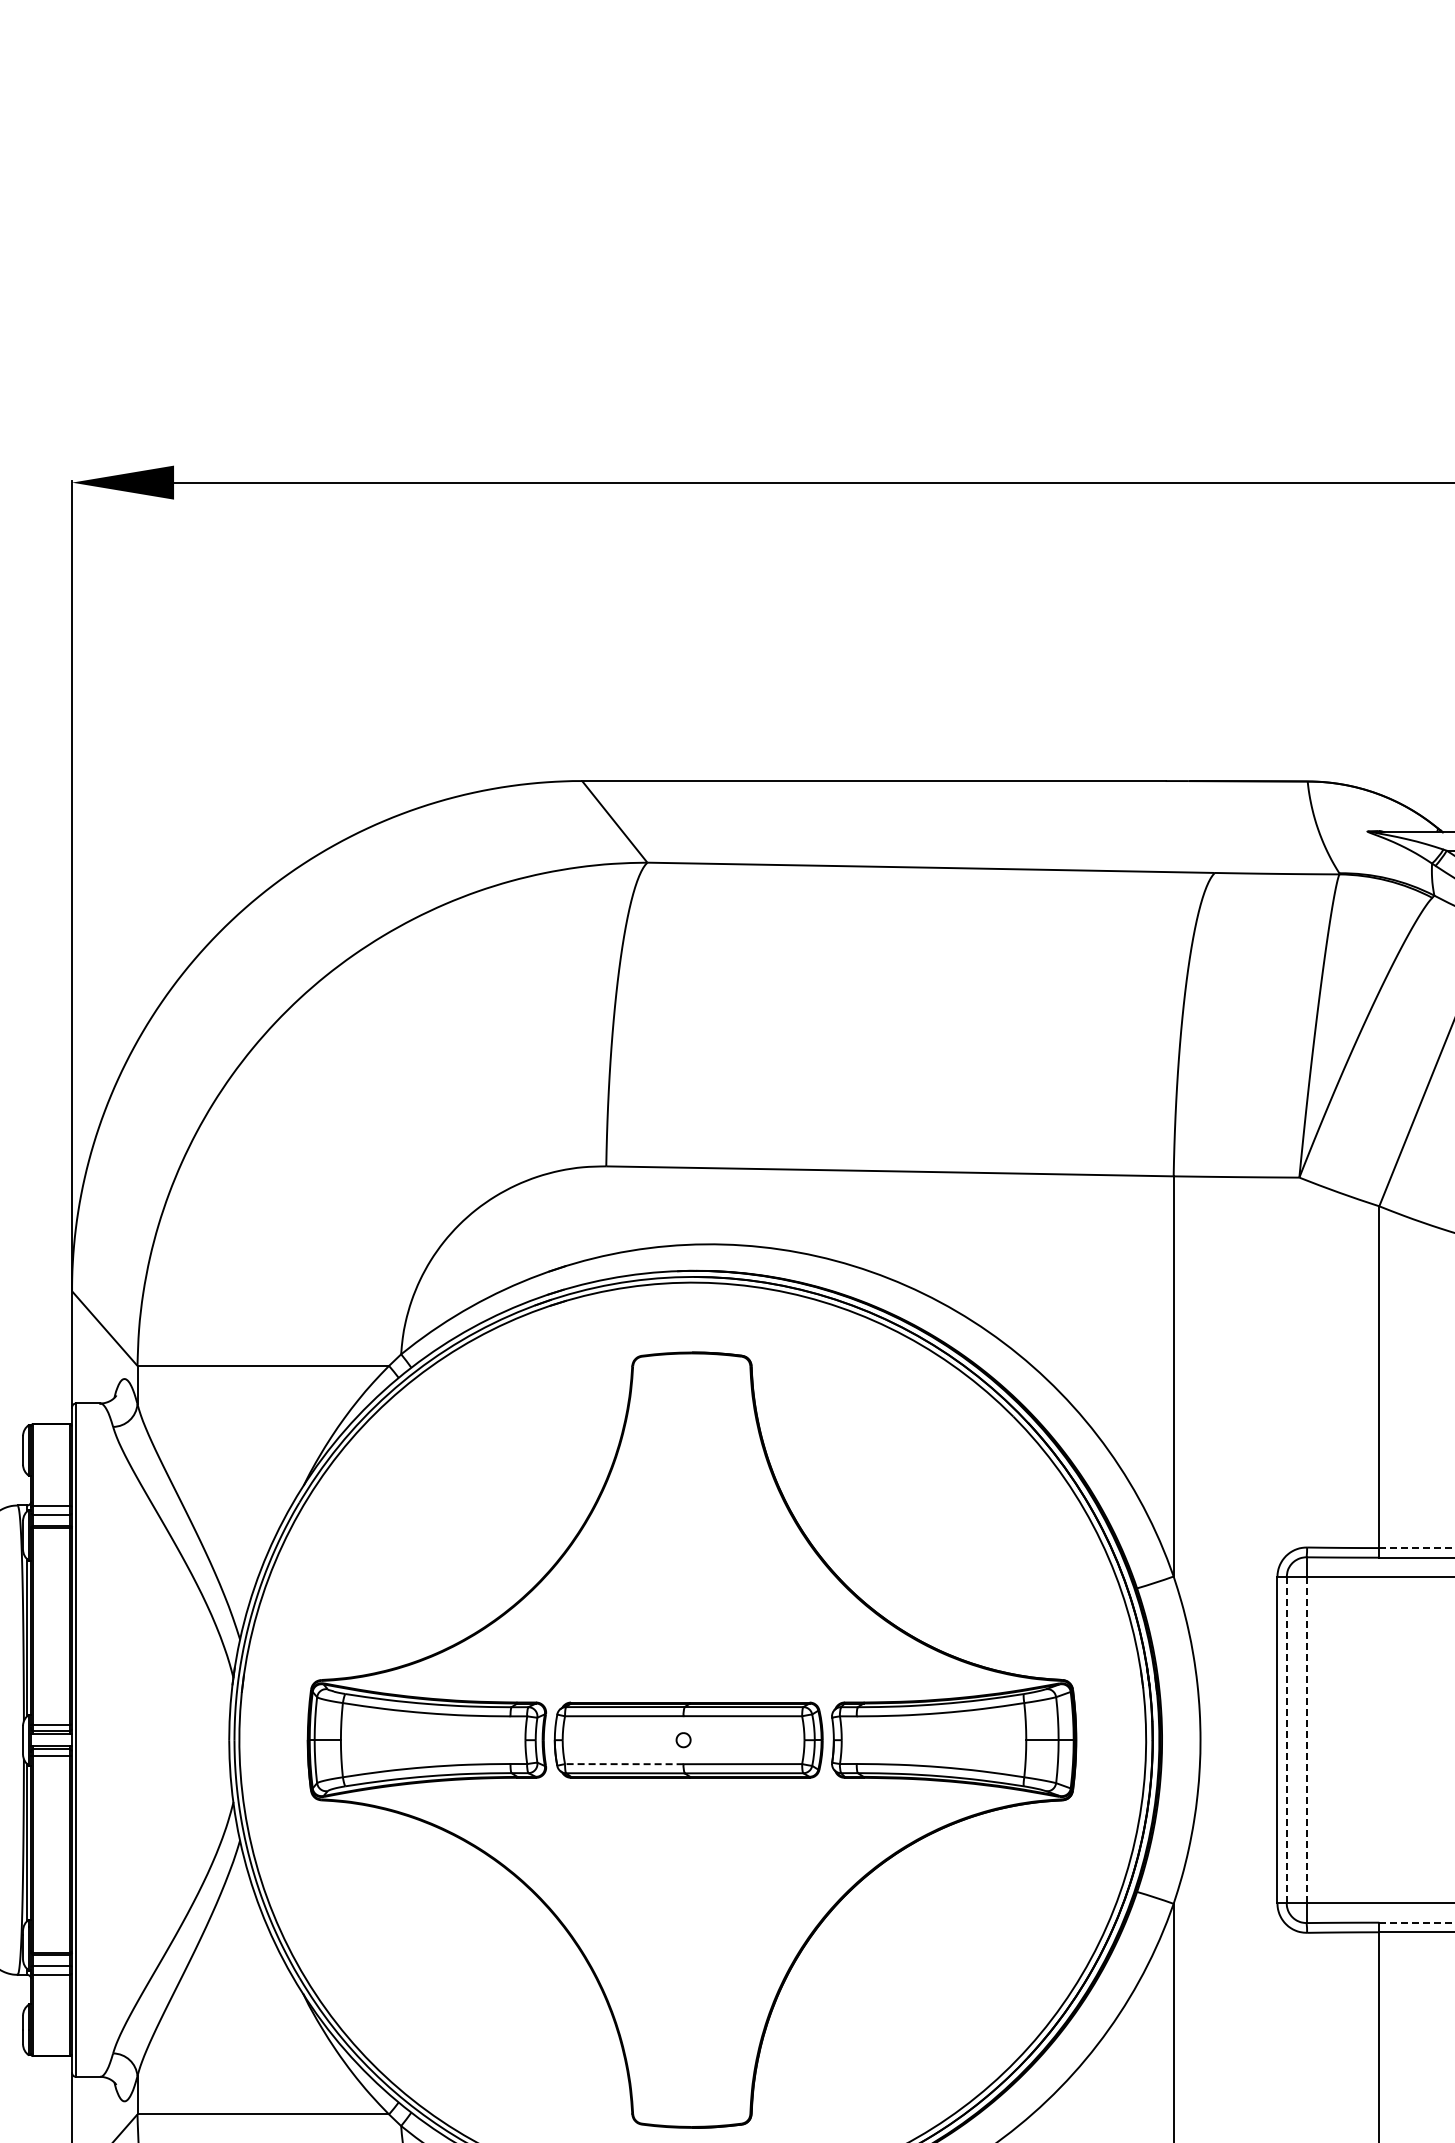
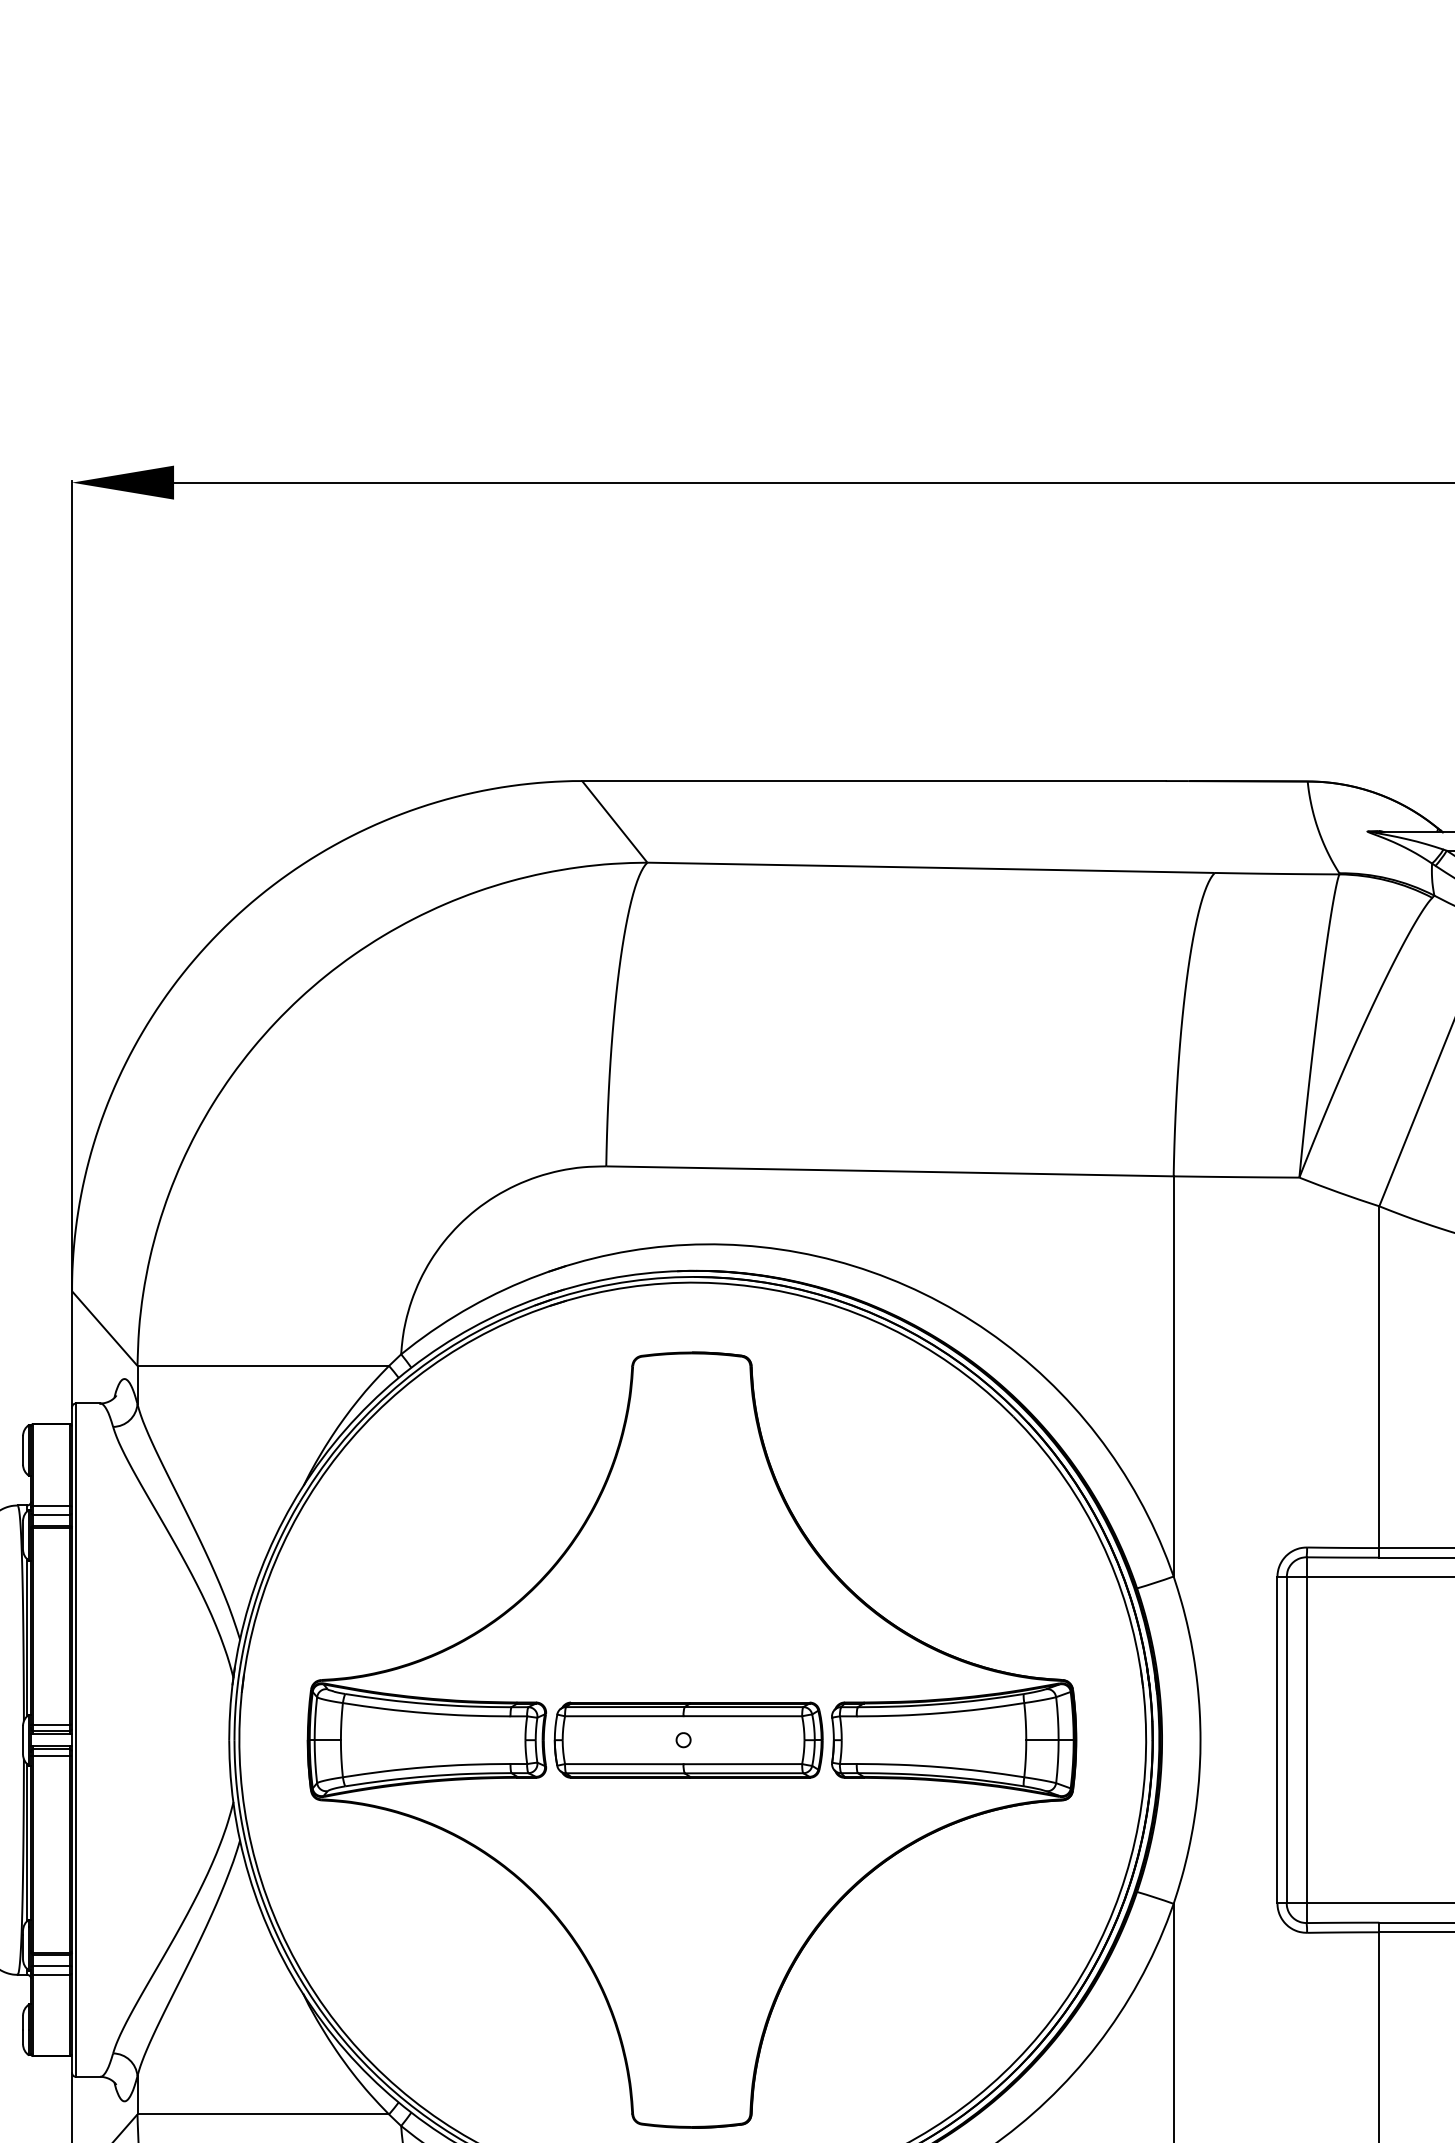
line at (1417, 1548): dashed -> solid
line at (1286, 1740): dashed -> solid
line at (1306, 1740): dashed -> solid
line at (623, 1764): dashed -> solid
line at (1417, 1922): dashed -> solid
